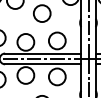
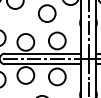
circle at (42, 13) position: (42, 13) -> (47, 13)
